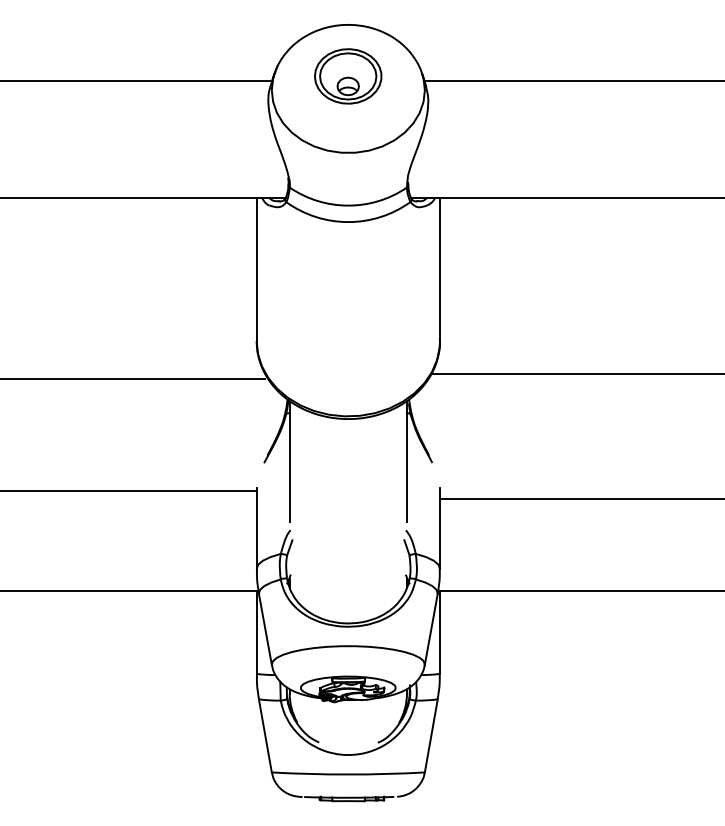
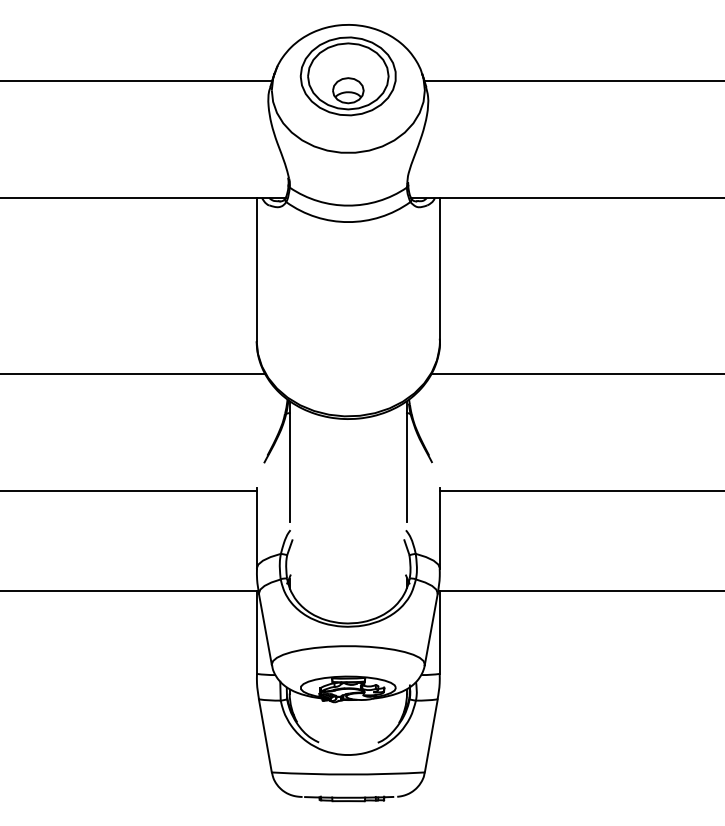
part at (348, 76) size: 69x57 px -> 98x81 px
line at (133, 378) position: (133, 378) -> (133, 373)
line at (580, 498) position: (580, 498) -> (580, 490)
